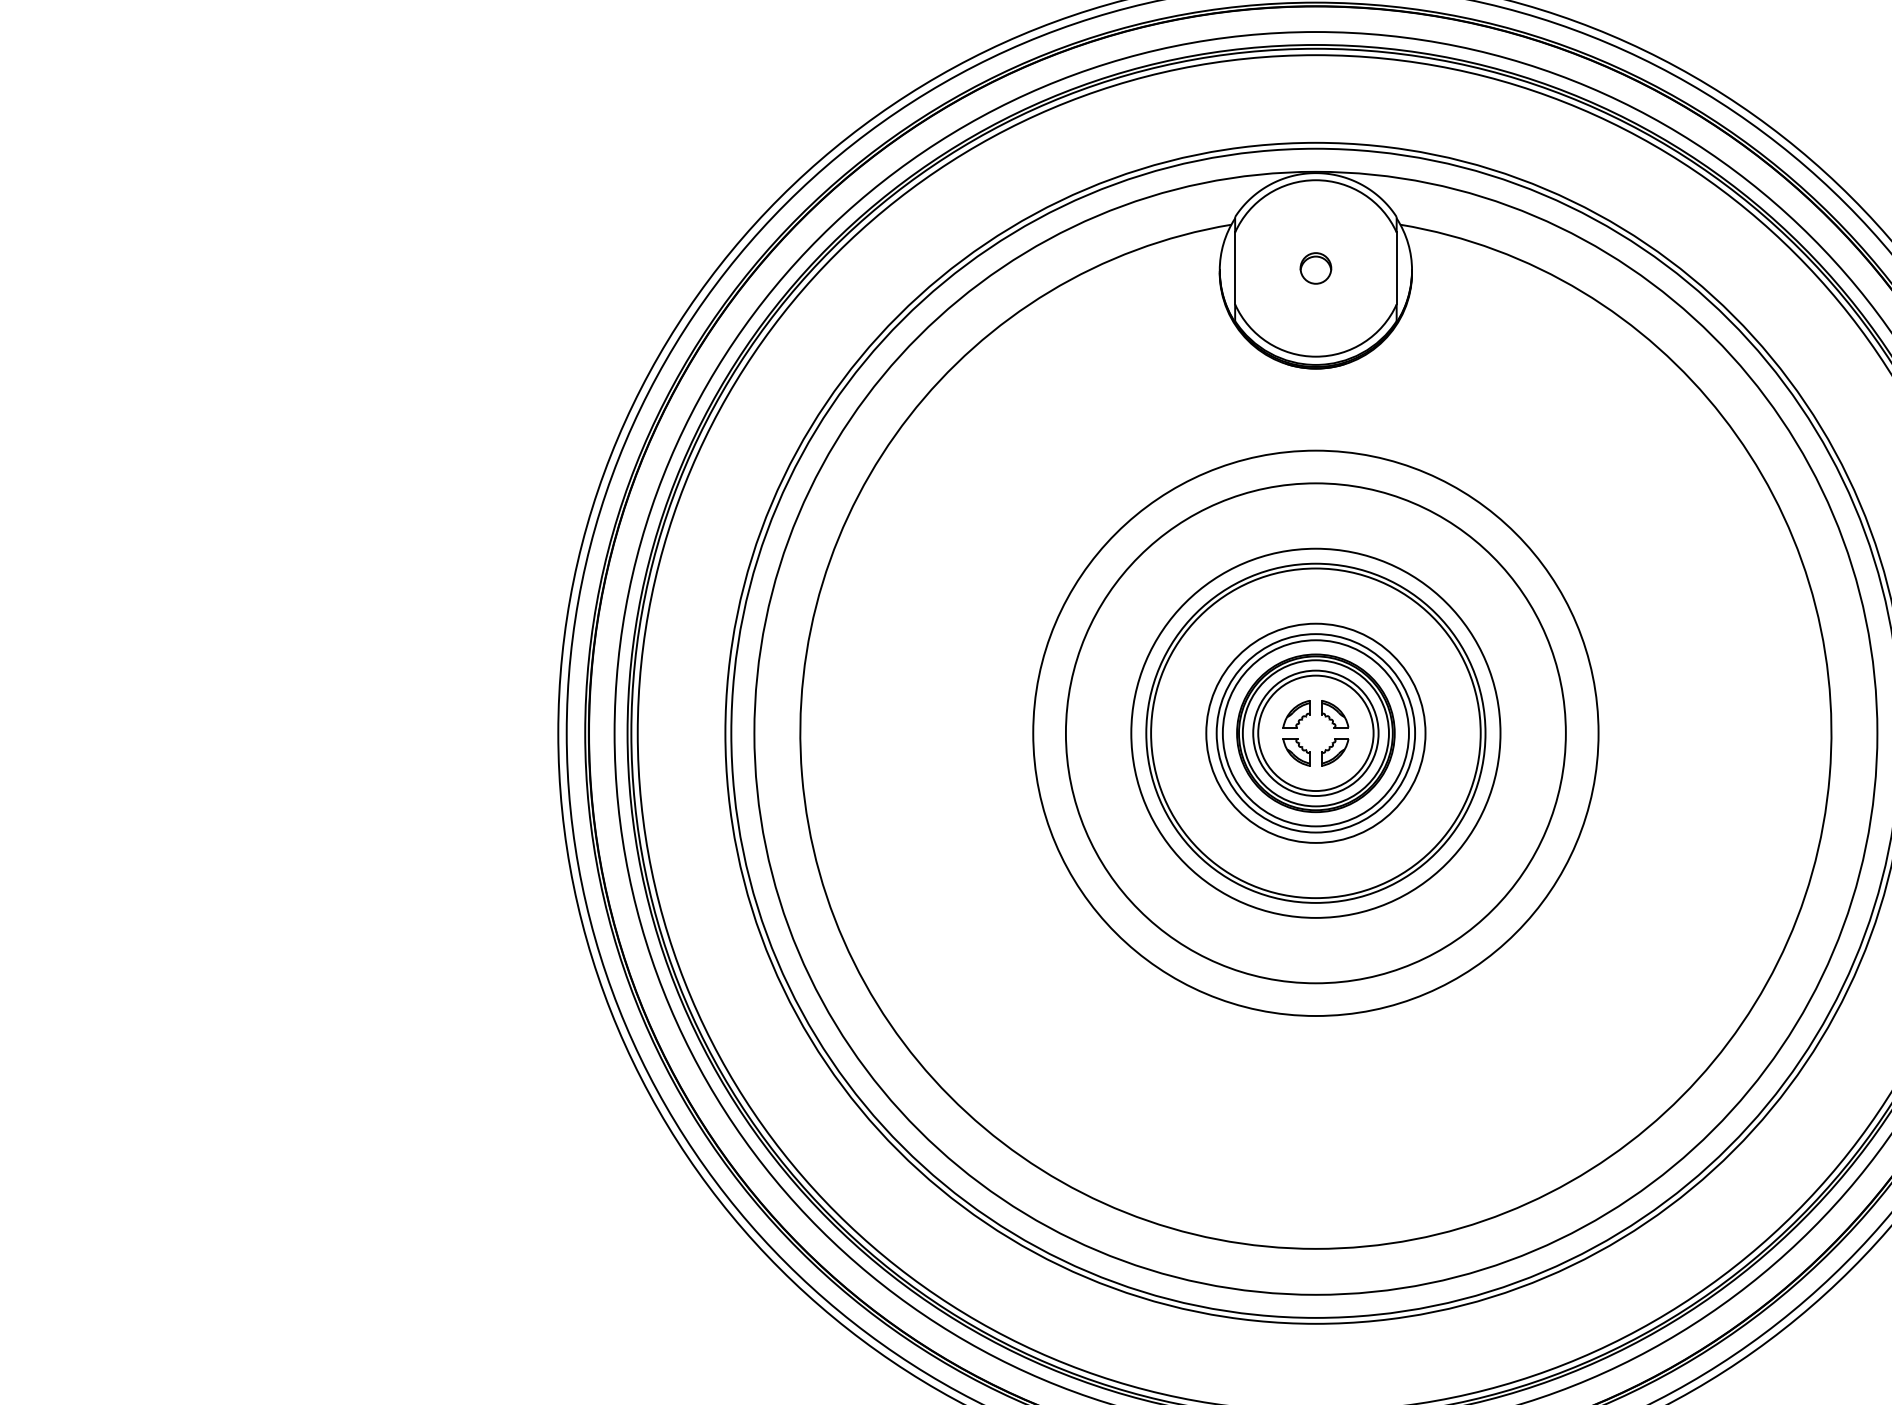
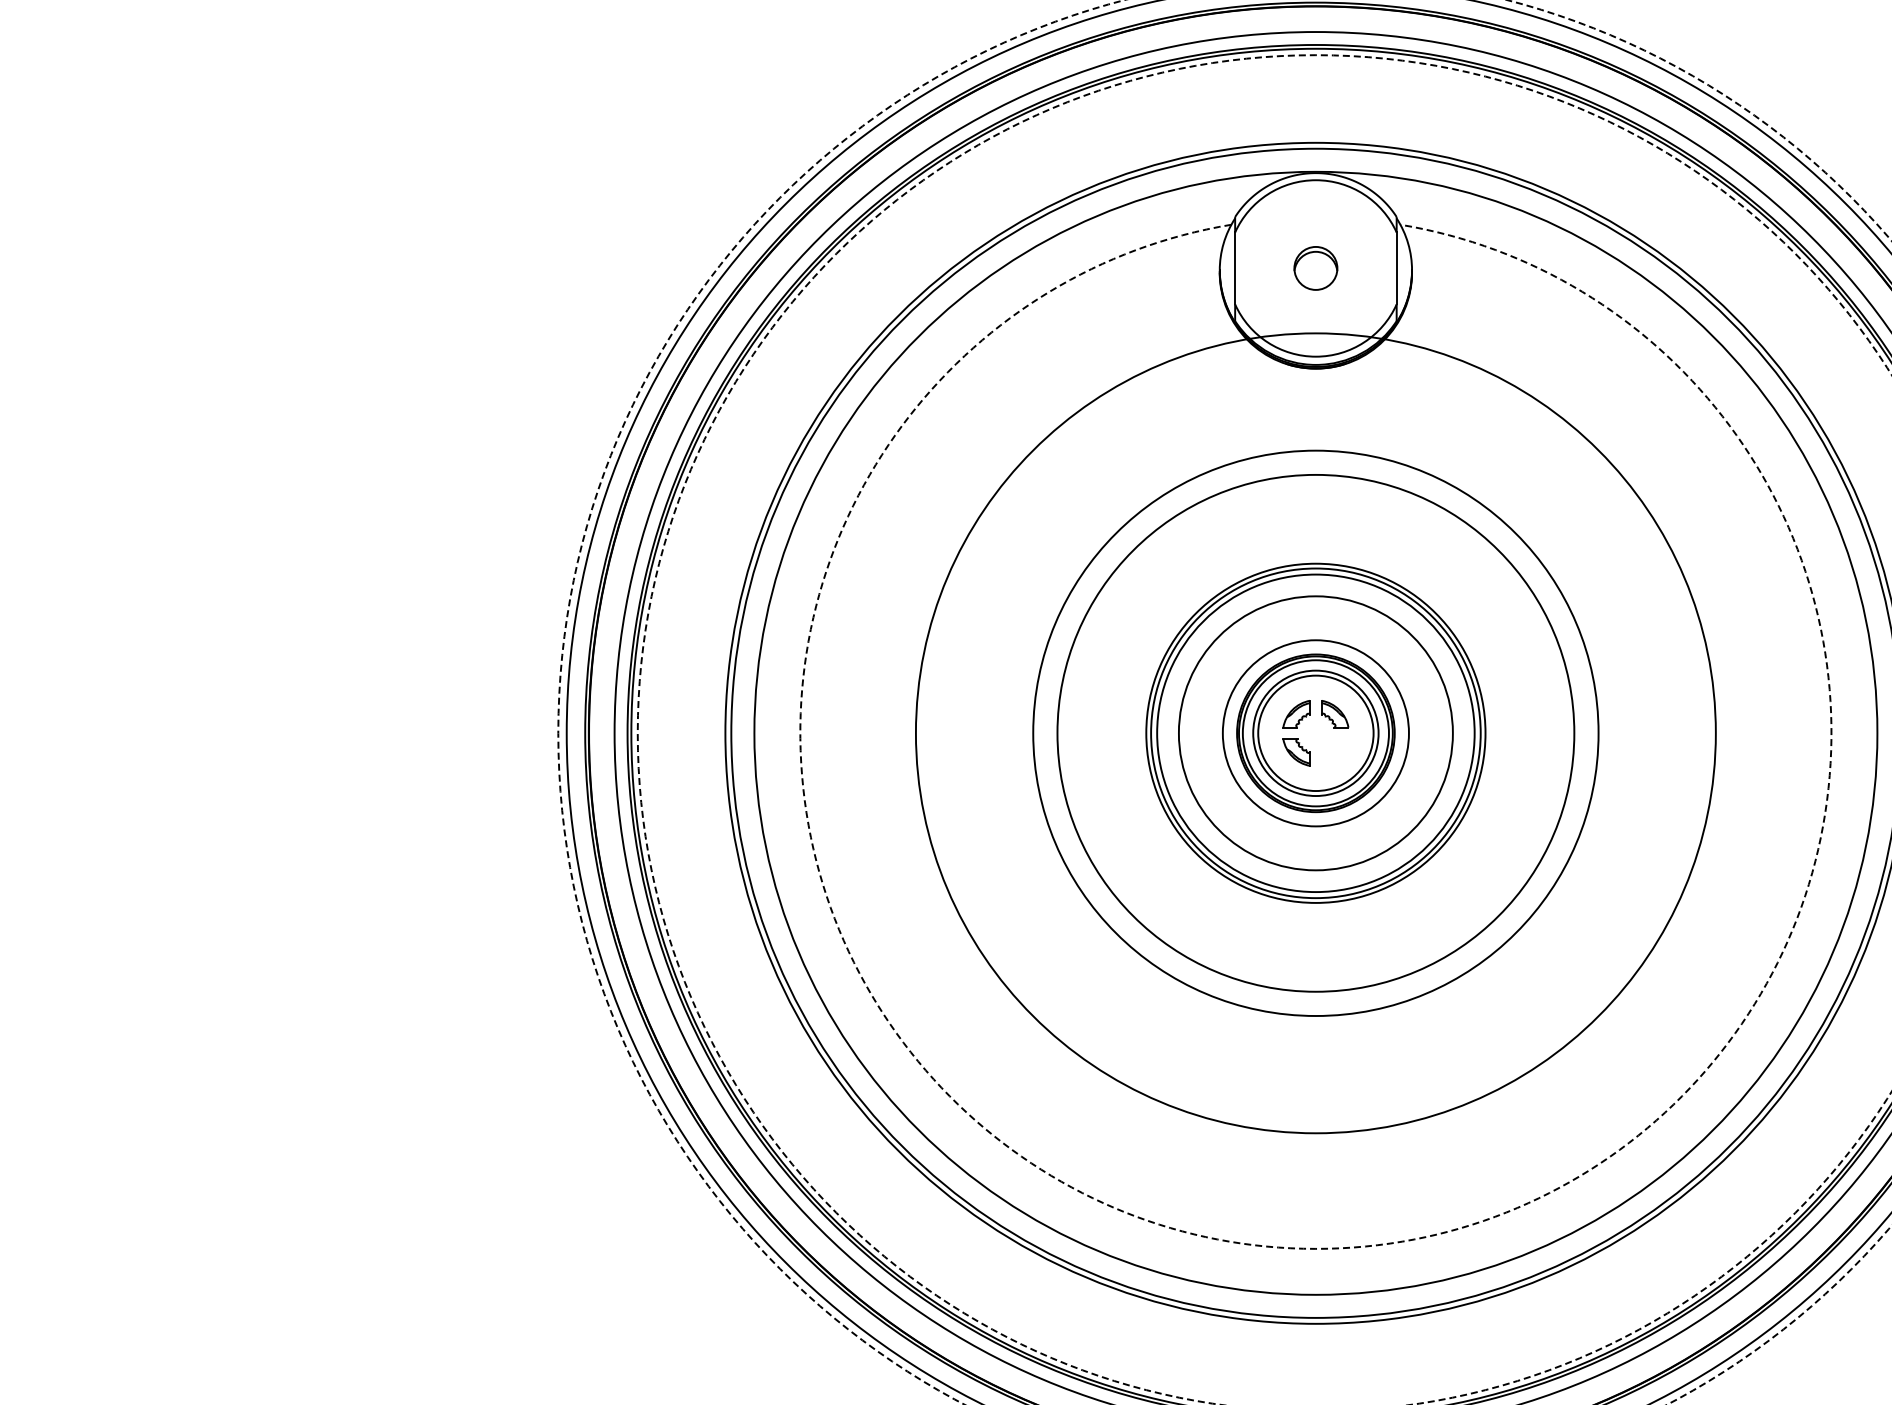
part at (1315, 268) size: 34x33 px -> 46x45 px
circle at (1224, 702): solid -> dashed
circle at (1264, 729): solid -> dashed
circle at (1315, 732) diameter: 219 px -> 274 px
circle at (1315, 732) diameter: 369 px -> 517 px
circle at (1315, 733) diameter: 198 px -> 318 px
circle at (1315, 733) diameter: 500 px -> 800 px
part at (1335, 752): present -> none
arc at (1315, 1248): solid -> dashed
